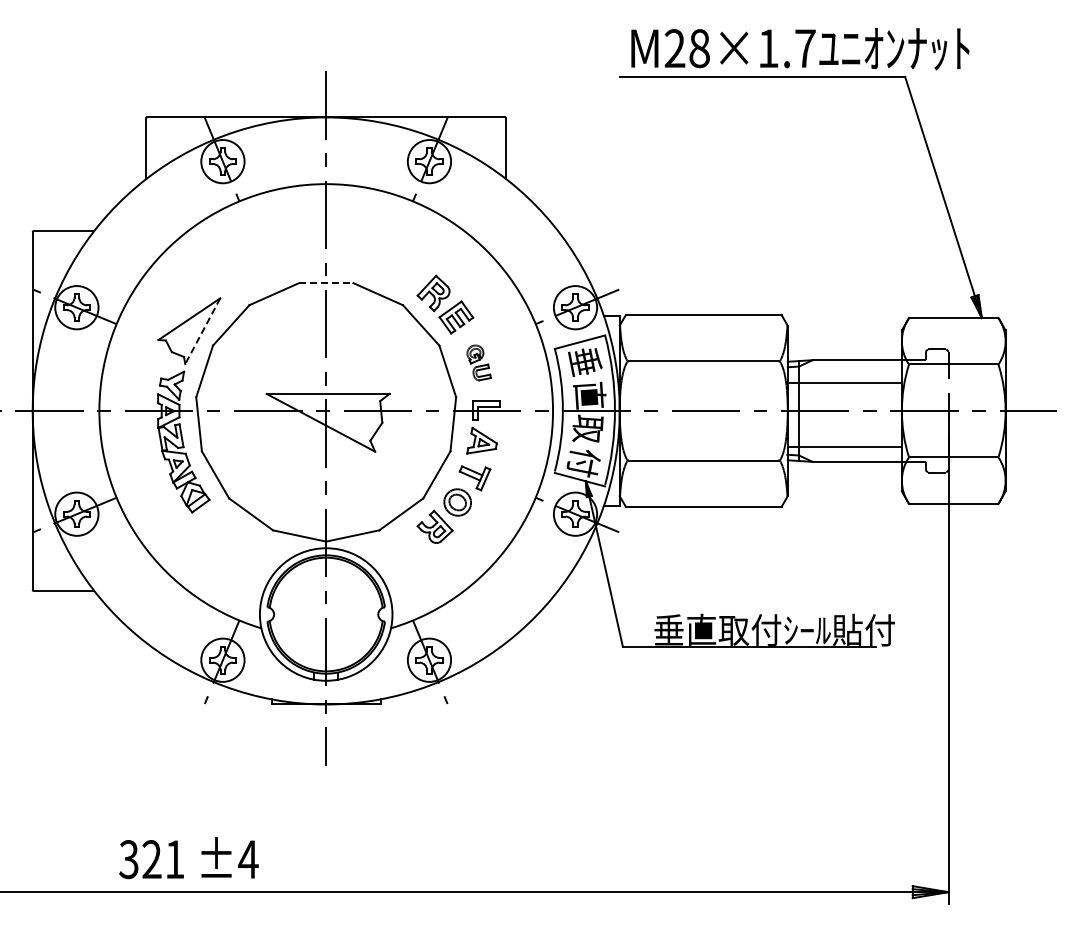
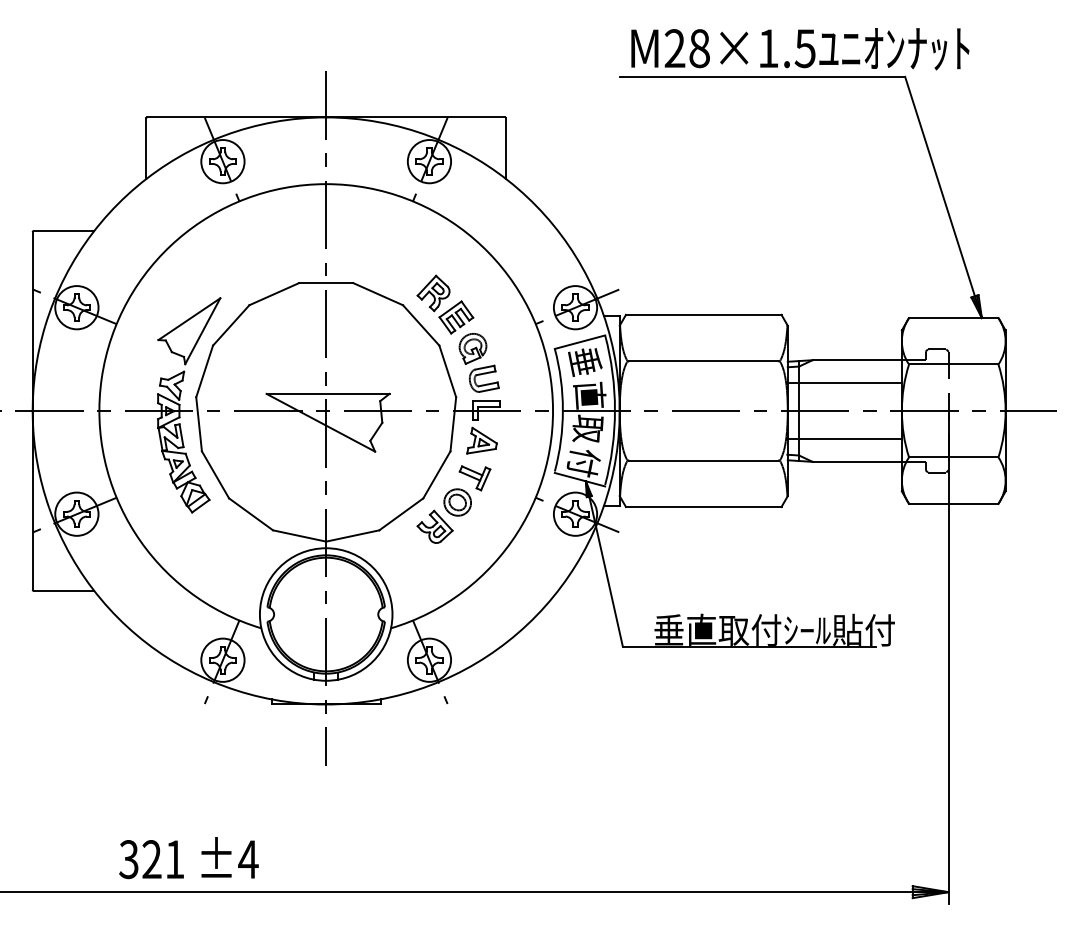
text at (804, 48): M28×1.7 -> M28×1.5
line at (326, 283): dashed -> solid
line at (202, 331): dashed -> solid
part at (478, 362) size: 26x38 px -> 42x60 px
line at (844, 447) position: (844, 447) -> (844, 439)
